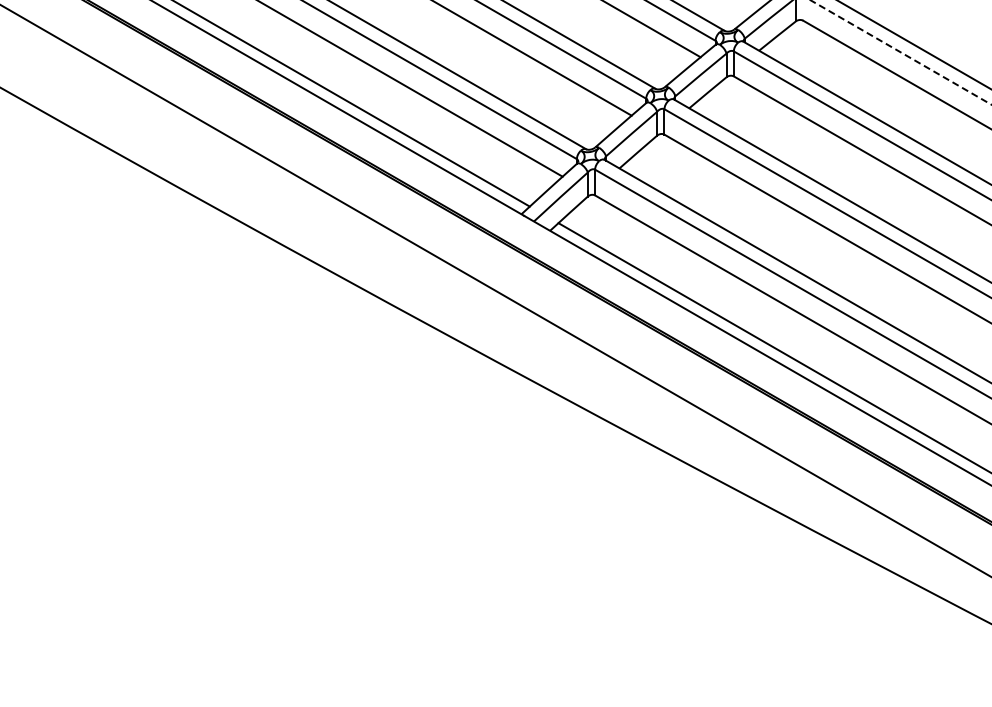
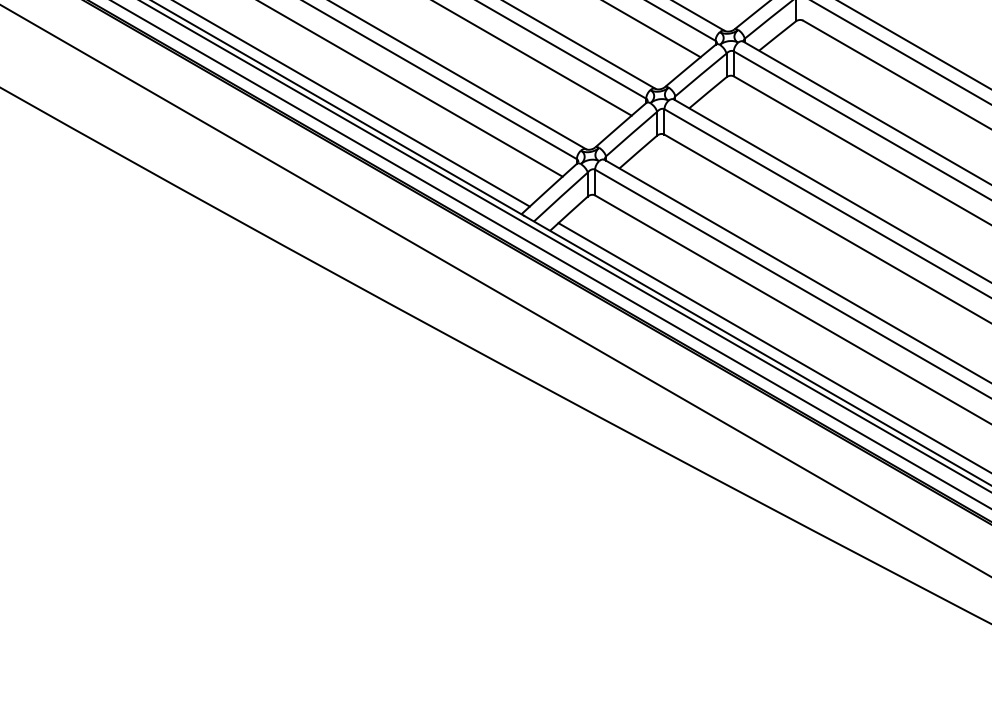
line at (900, 52): dashed -> solid
line at (565, 246): none -> present
line at (550, 254): none -> present
